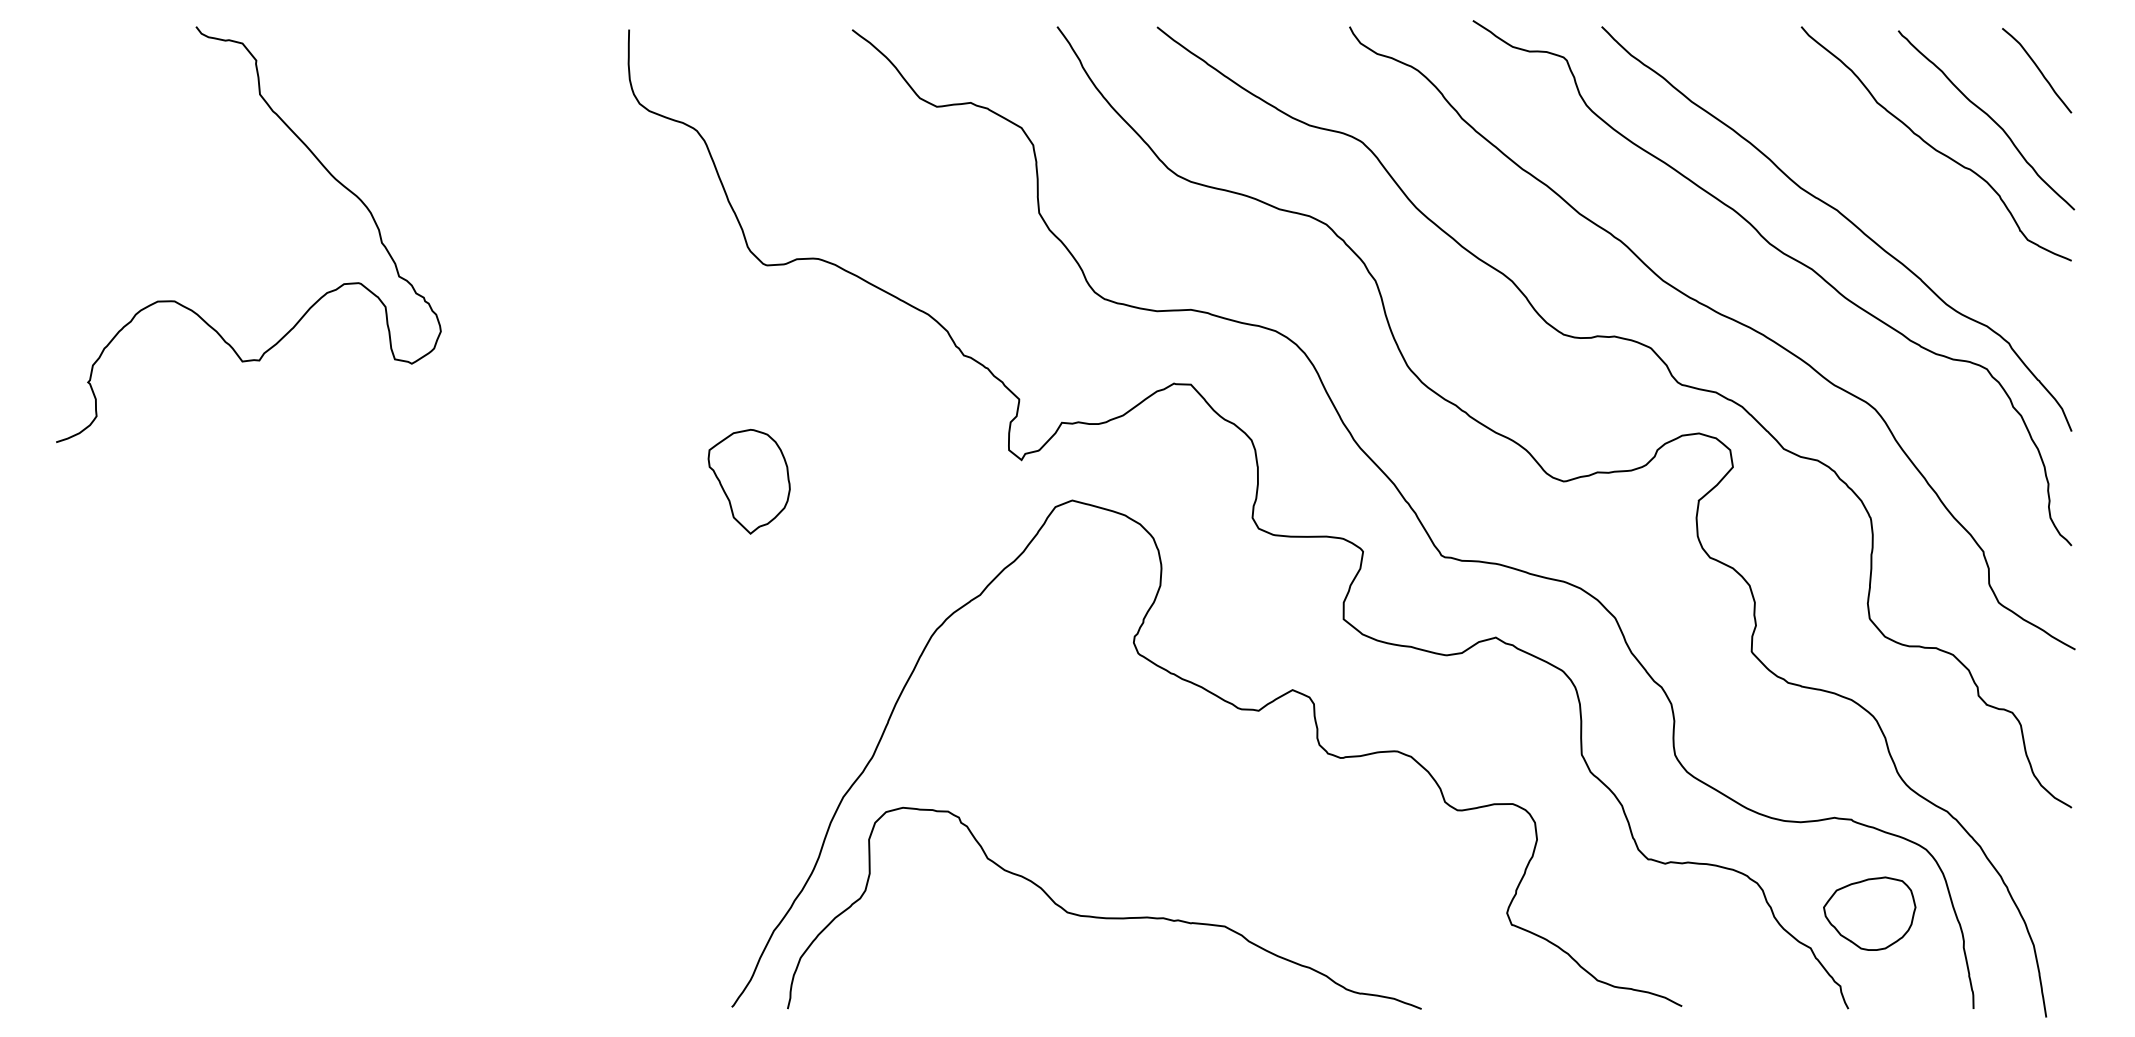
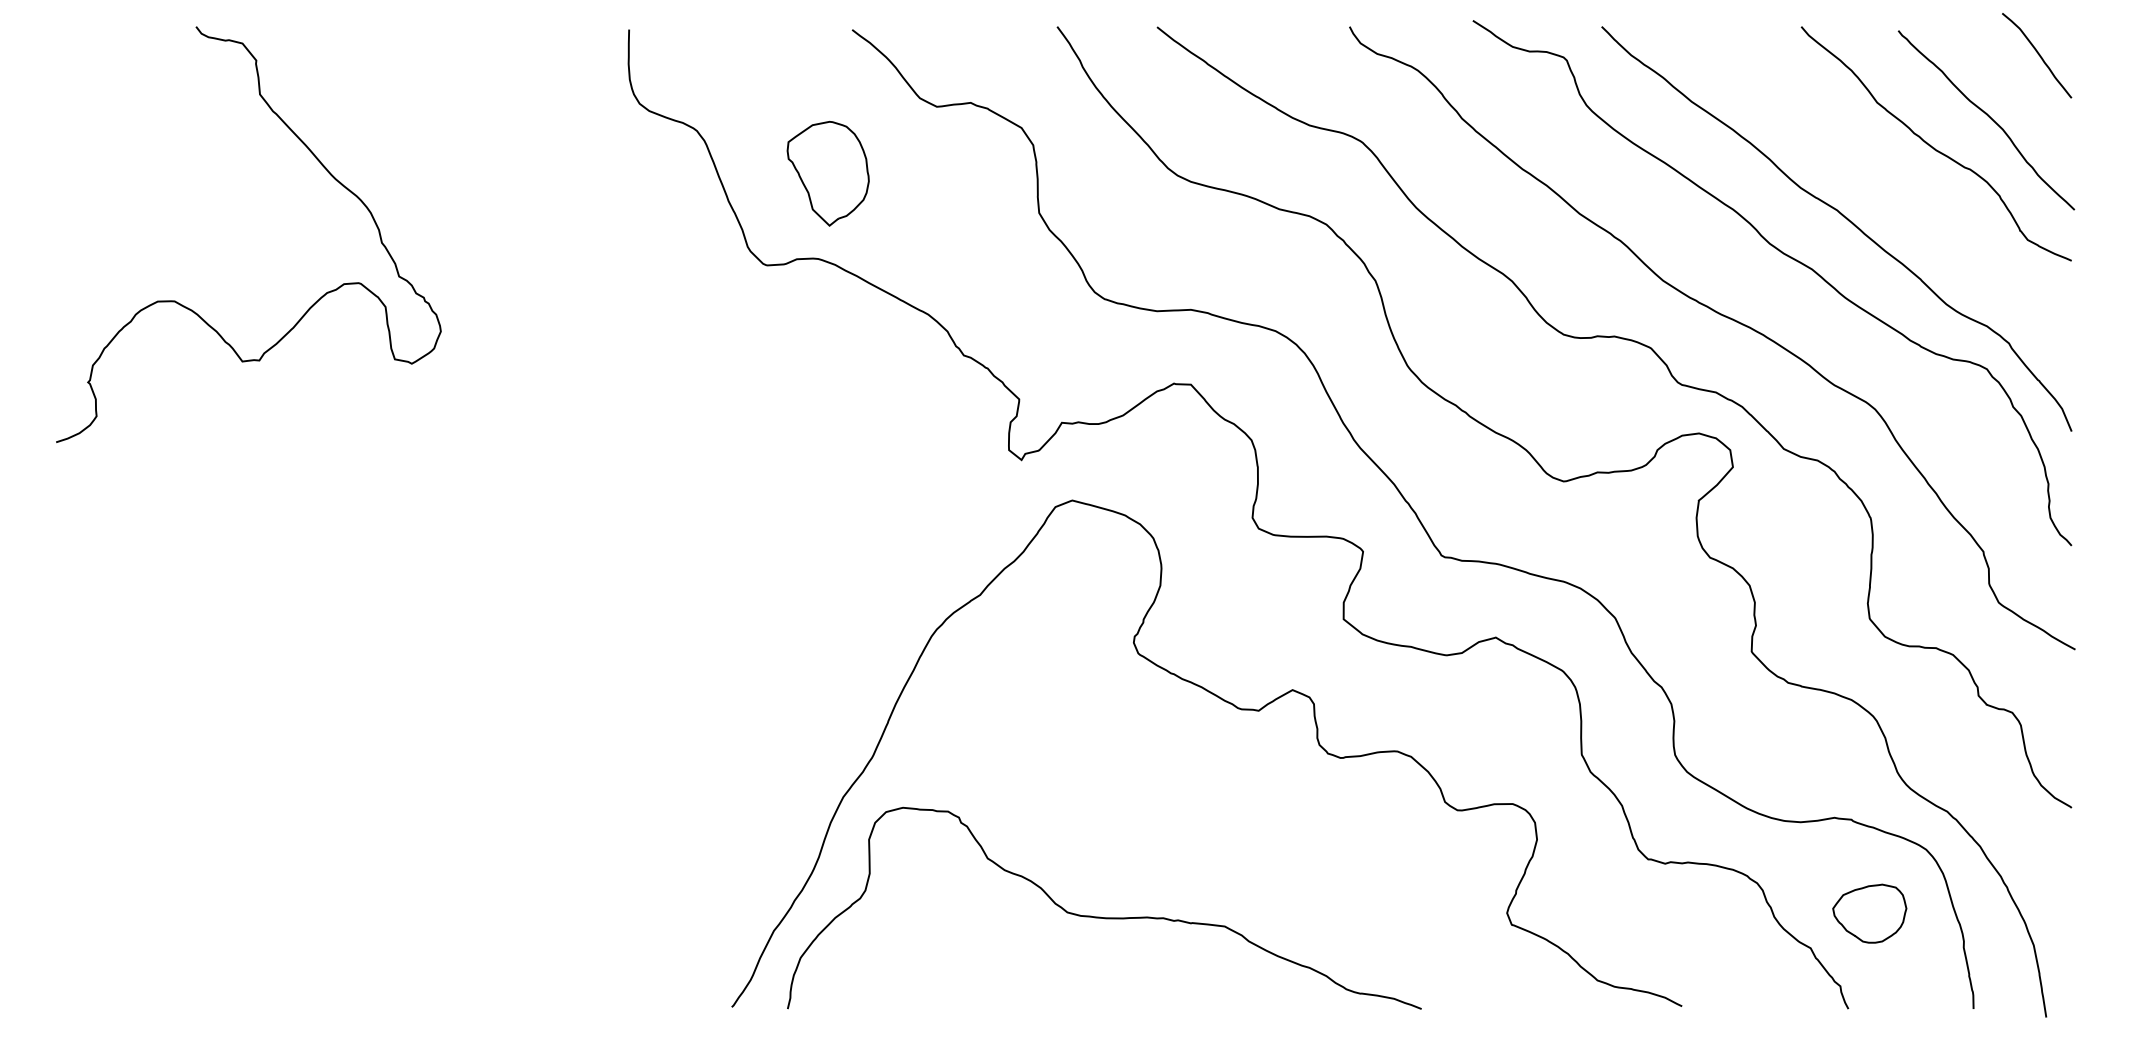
curve at (2038, 70) position: (2038, 70) -> (2038, 55)
part at (748, 481) position: (748, 481) -> (827, 173)
part at (1869, 913) size: 94x75 px -> 76x61 px
